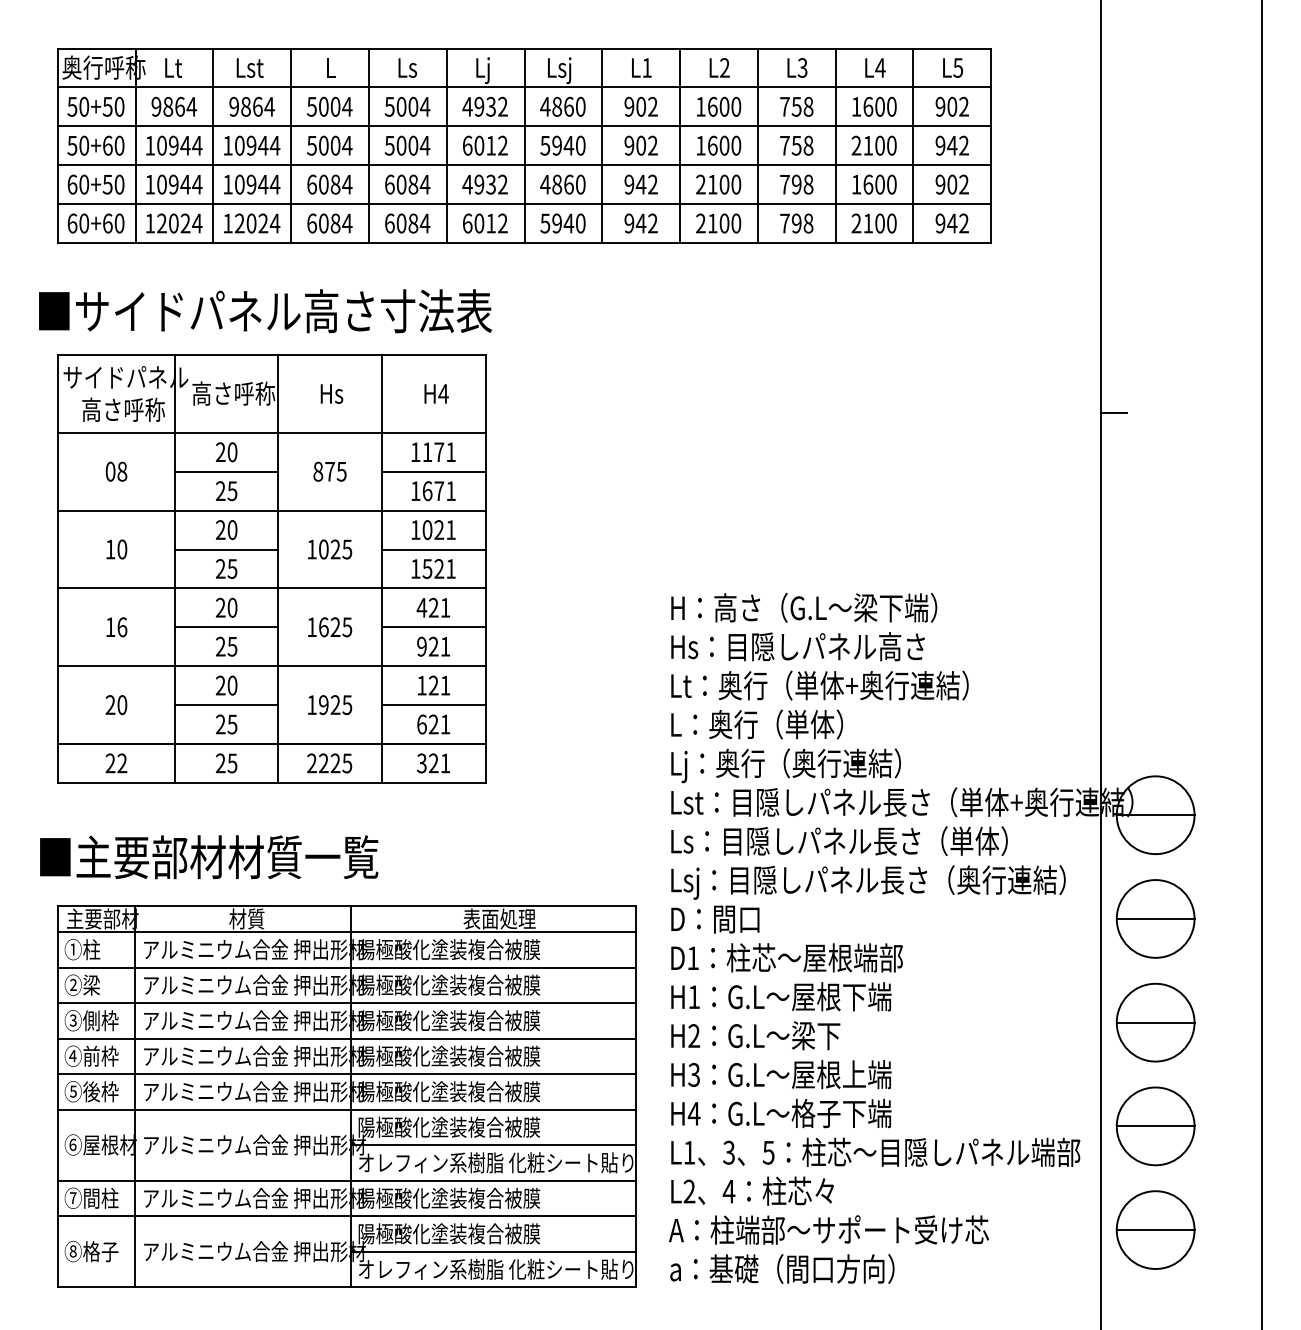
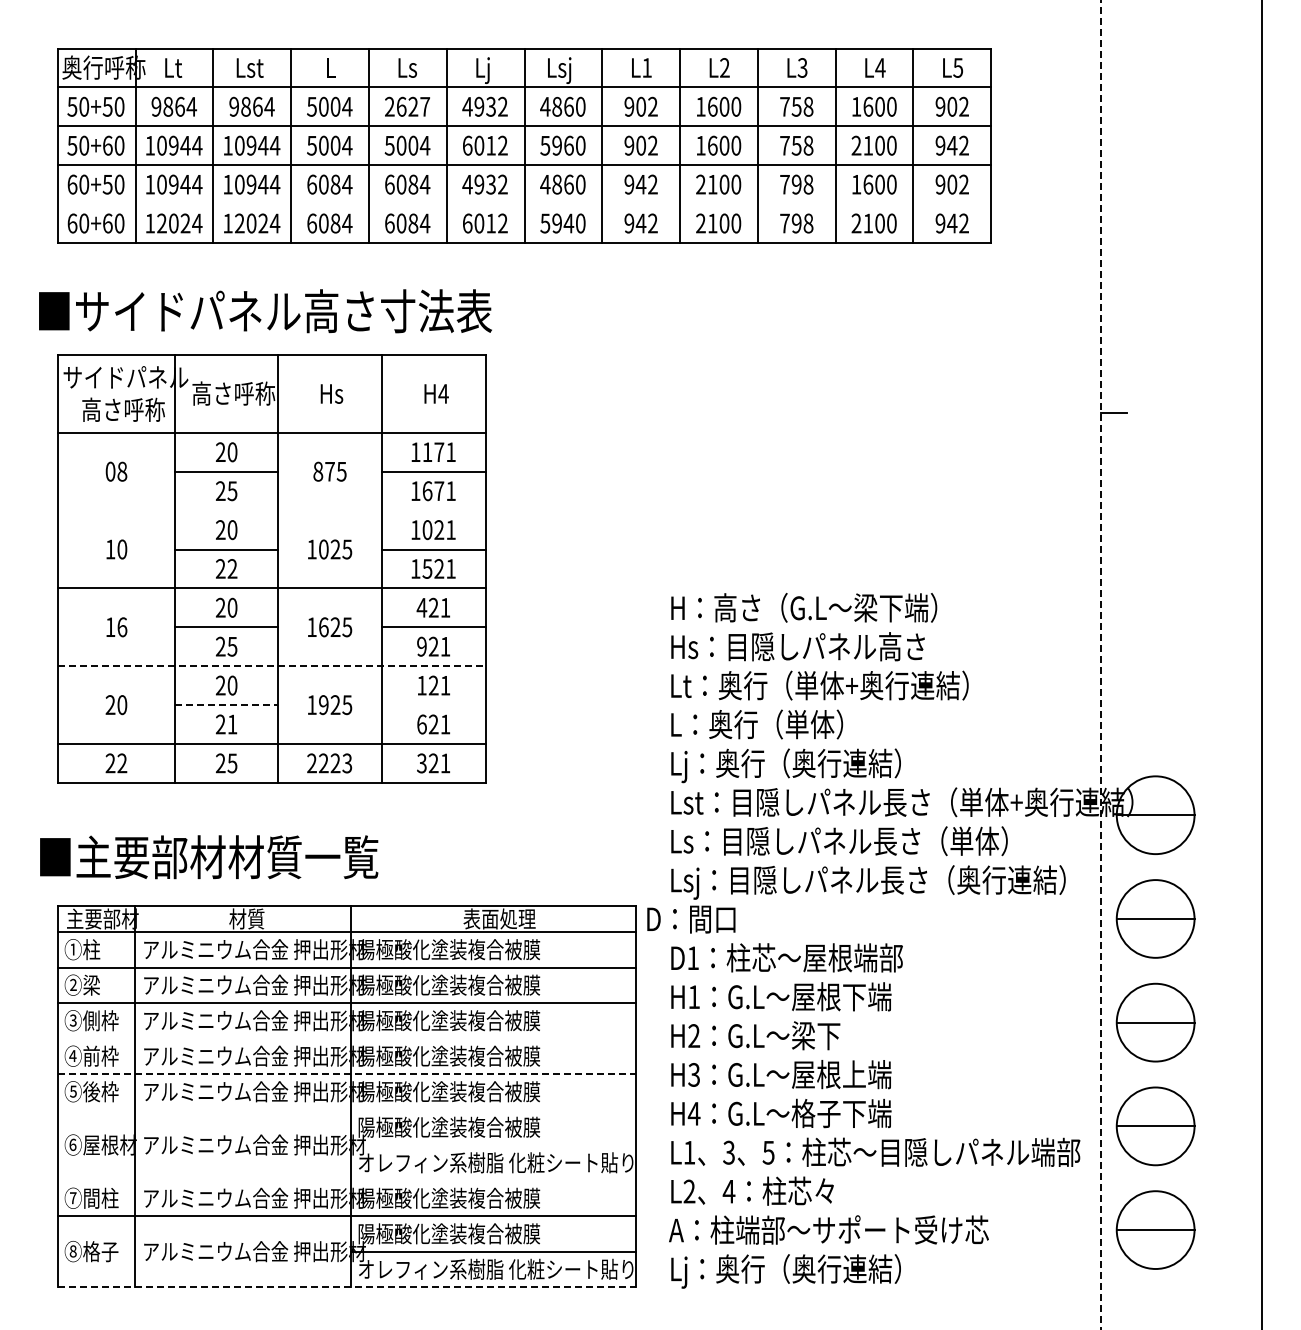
text at (407, 106): 5004 -> 2627
text at (568, 145): 5940 -> 5960
line at (524, 204): present -> none
line at (271, 510): present -> none
text at (232, 568): 25 -> 22
line at (1101, 665): solid -> dashed
line at (271, 666): solid -> dashed
line at (226, 705): solid -> dashed
line at (433, 705): present -> none
text at (232, 724): 25 -> 21
text at (347, 762): 2225 -> 2223
text at (715, 919) position: (715, 919) -> (691, 919)
line at (346, 1038): present -> none
line at (347, 1074): solid -> dashed
line at (346, 1109): present -> none
line at (492, 1145): present -> none
line at (346, 1180): present -> none
text at (785, 1271): a：基礎（間口方向） -> Lj：奥行（奥行連結）
line at (347, 1287): solid -> dashed
